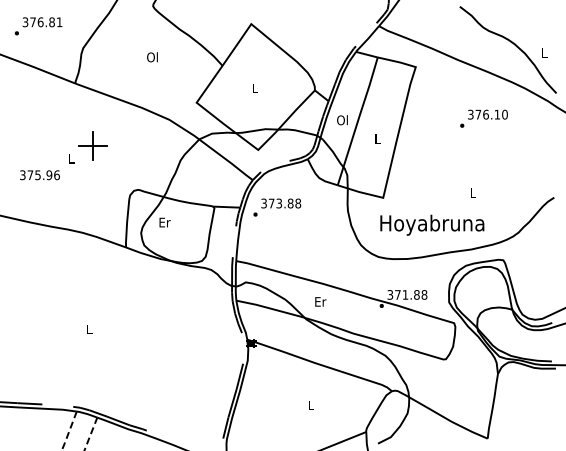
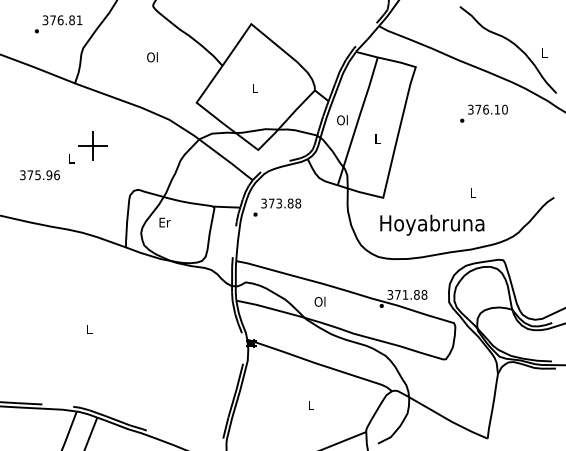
text at (38, 26) position: (38, 26) -> (58, 24)
text at (483, 118) position: (483, 118) -> (483, 113)
text at (320, 301): Er -> Ol
line at (69, 431): dashed -> solid
line at (90, 434): dashed -> solid
